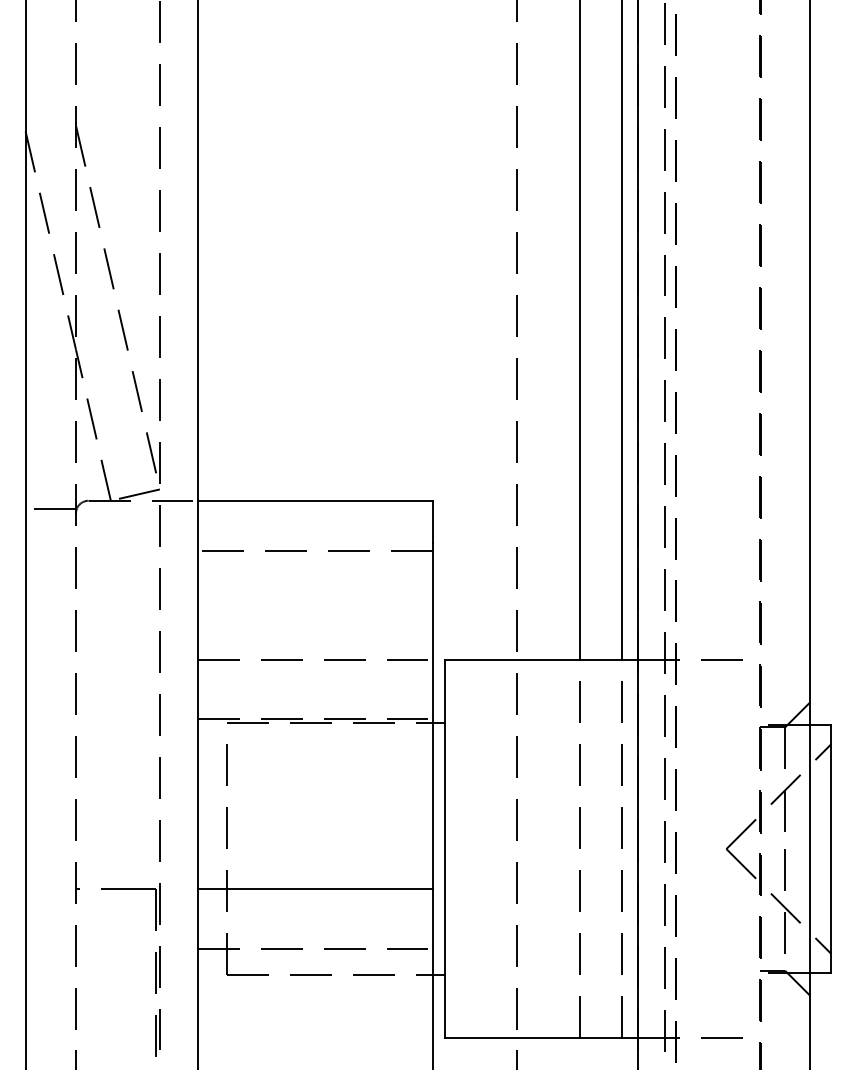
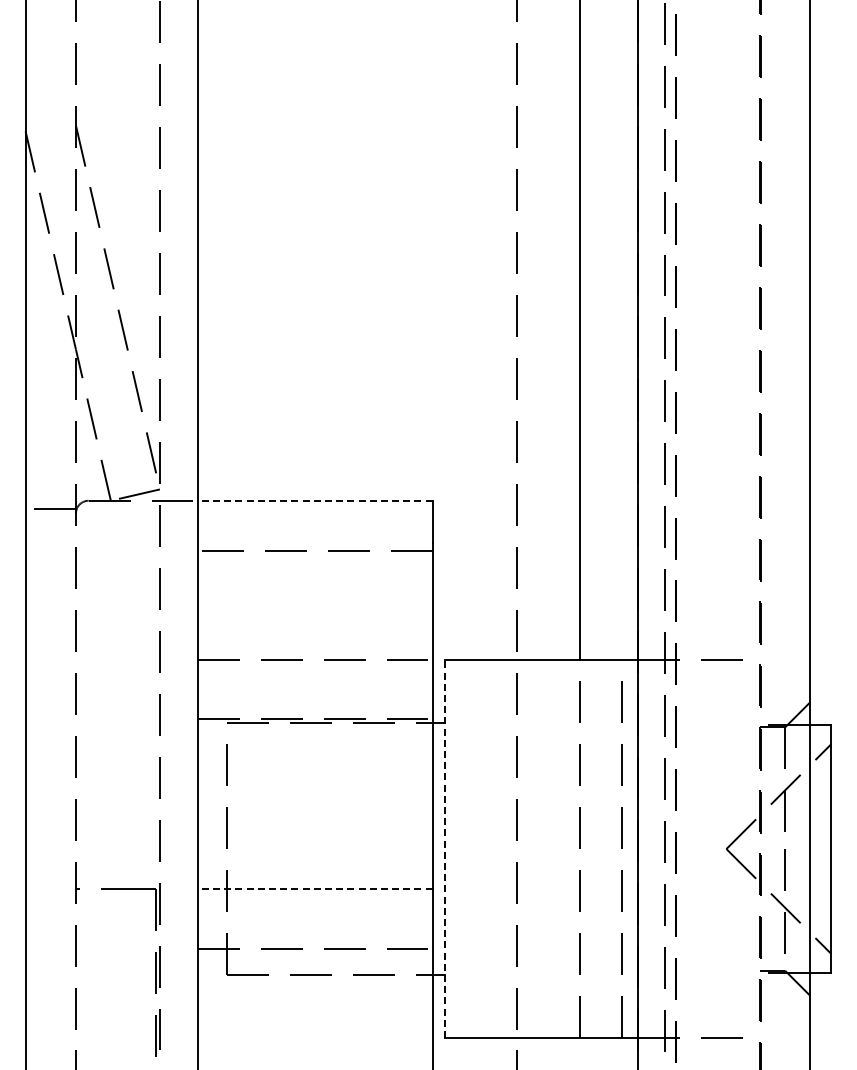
line at (621, 331): present -> none
line at (314, 500): solid -> dashed
line at (445, 849): solid -> dashed
line at (314, 888): solid -> dashed
